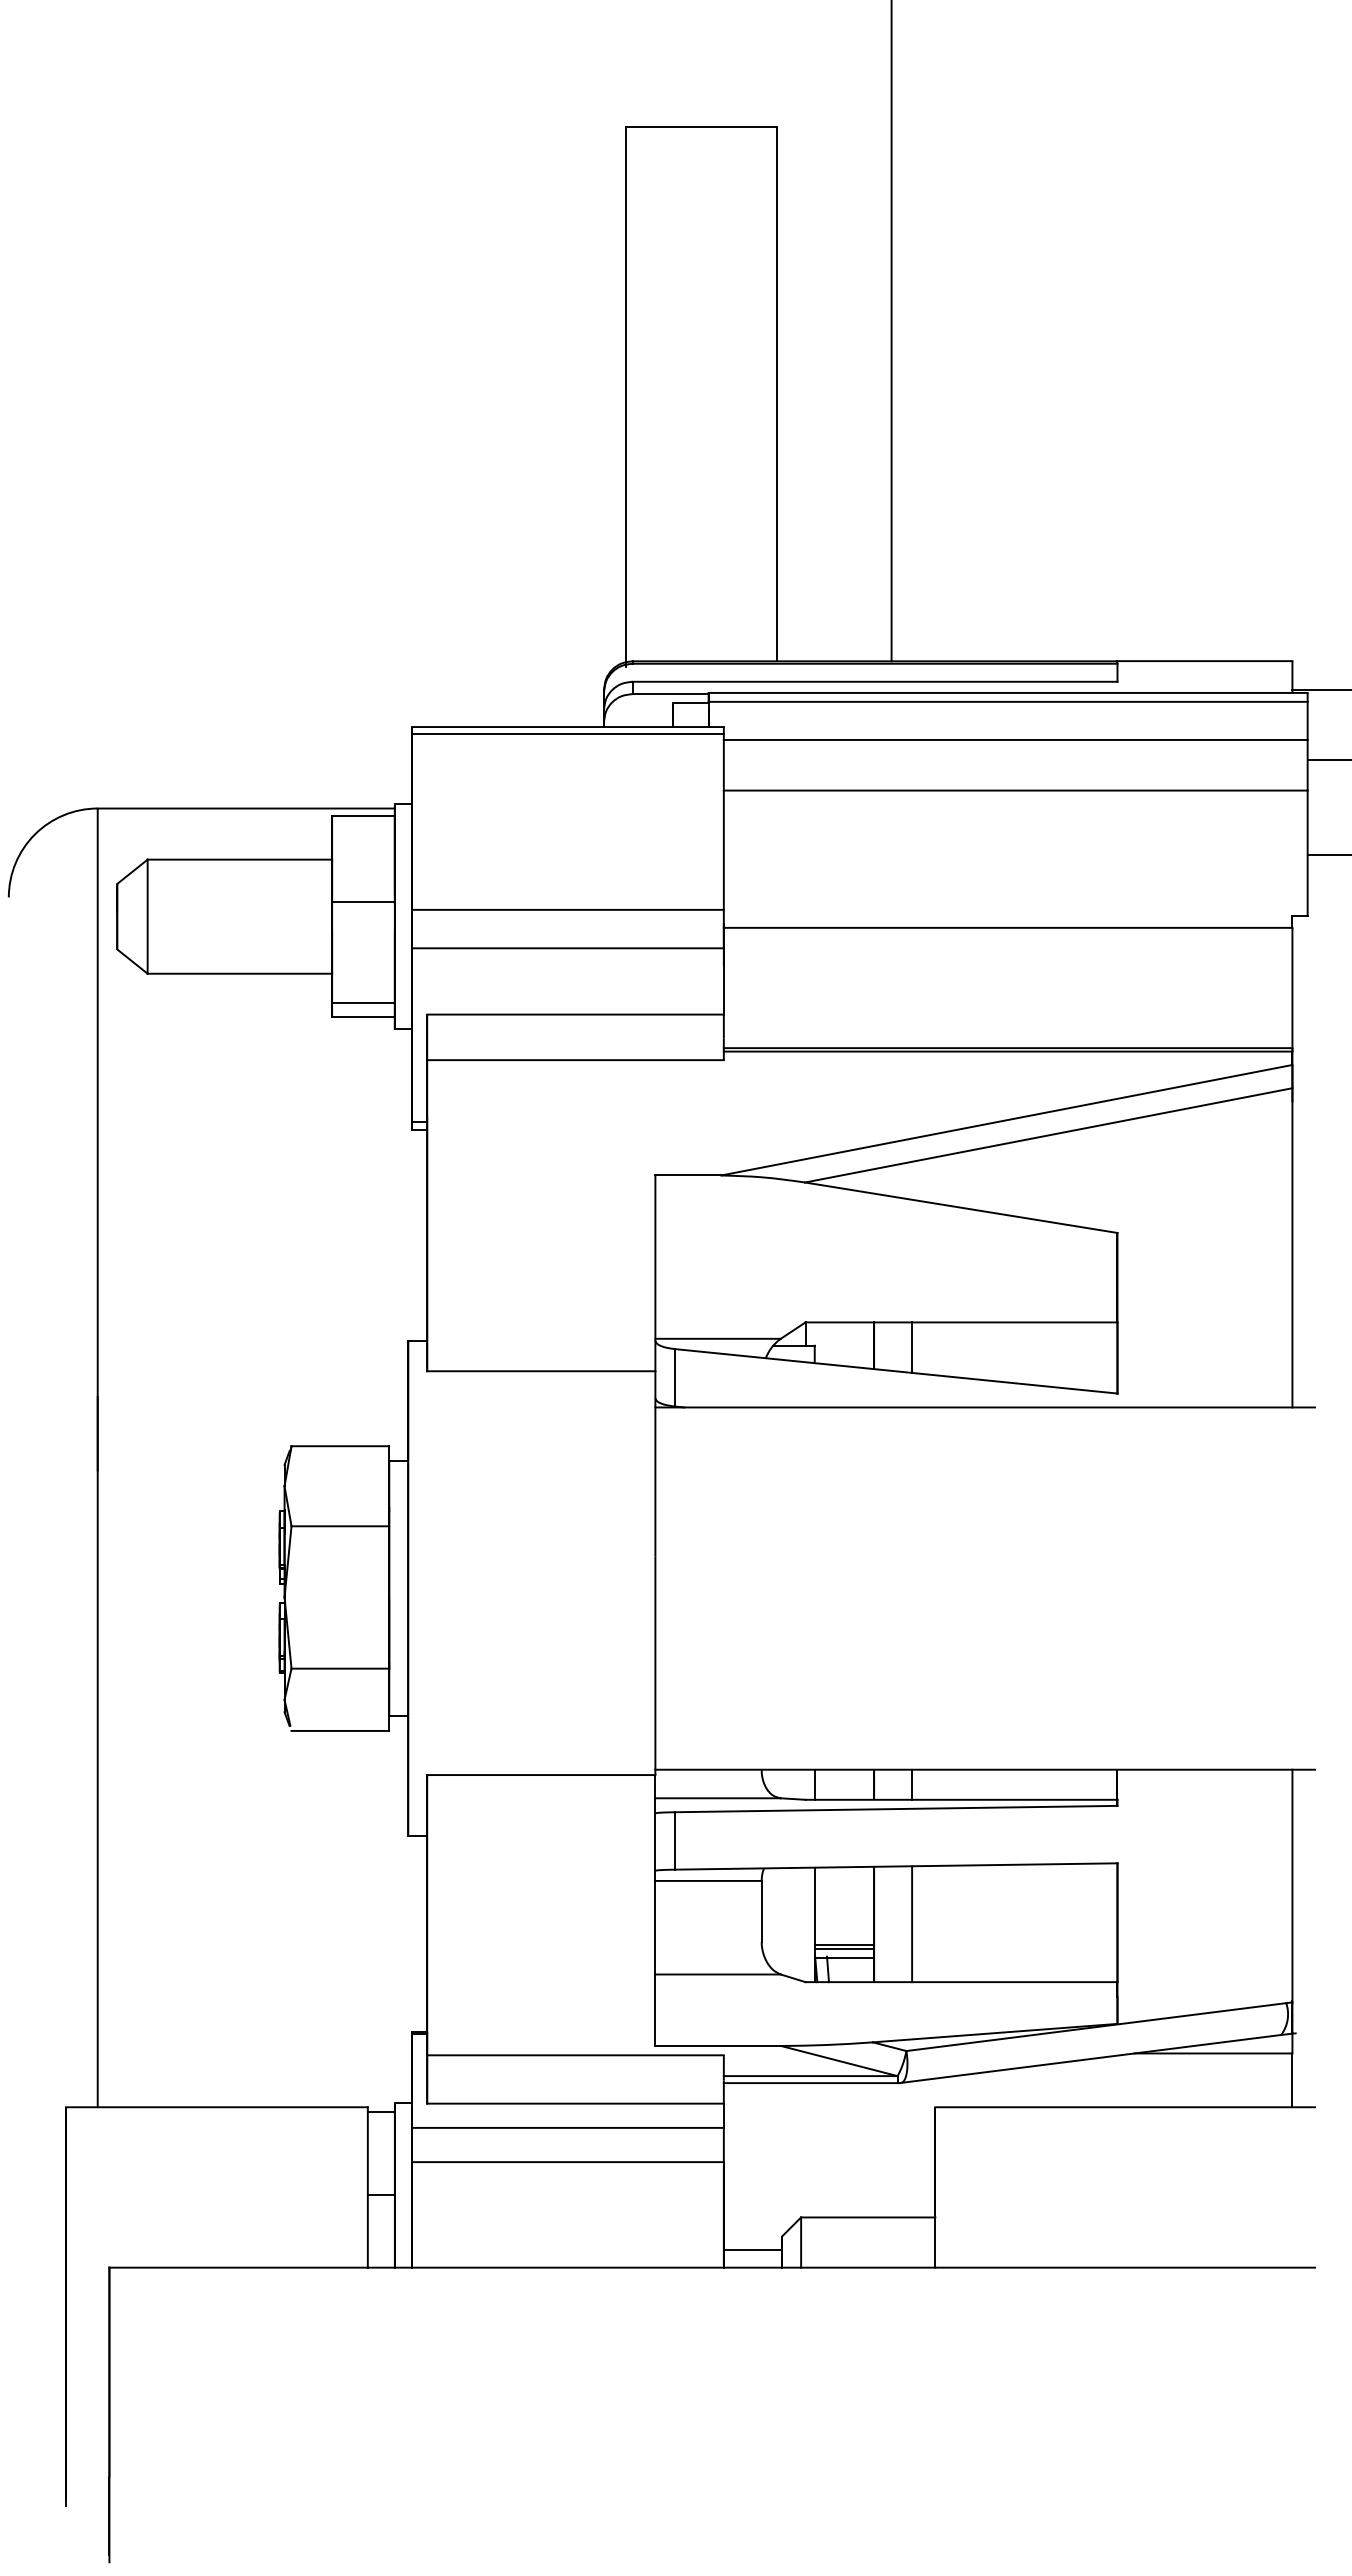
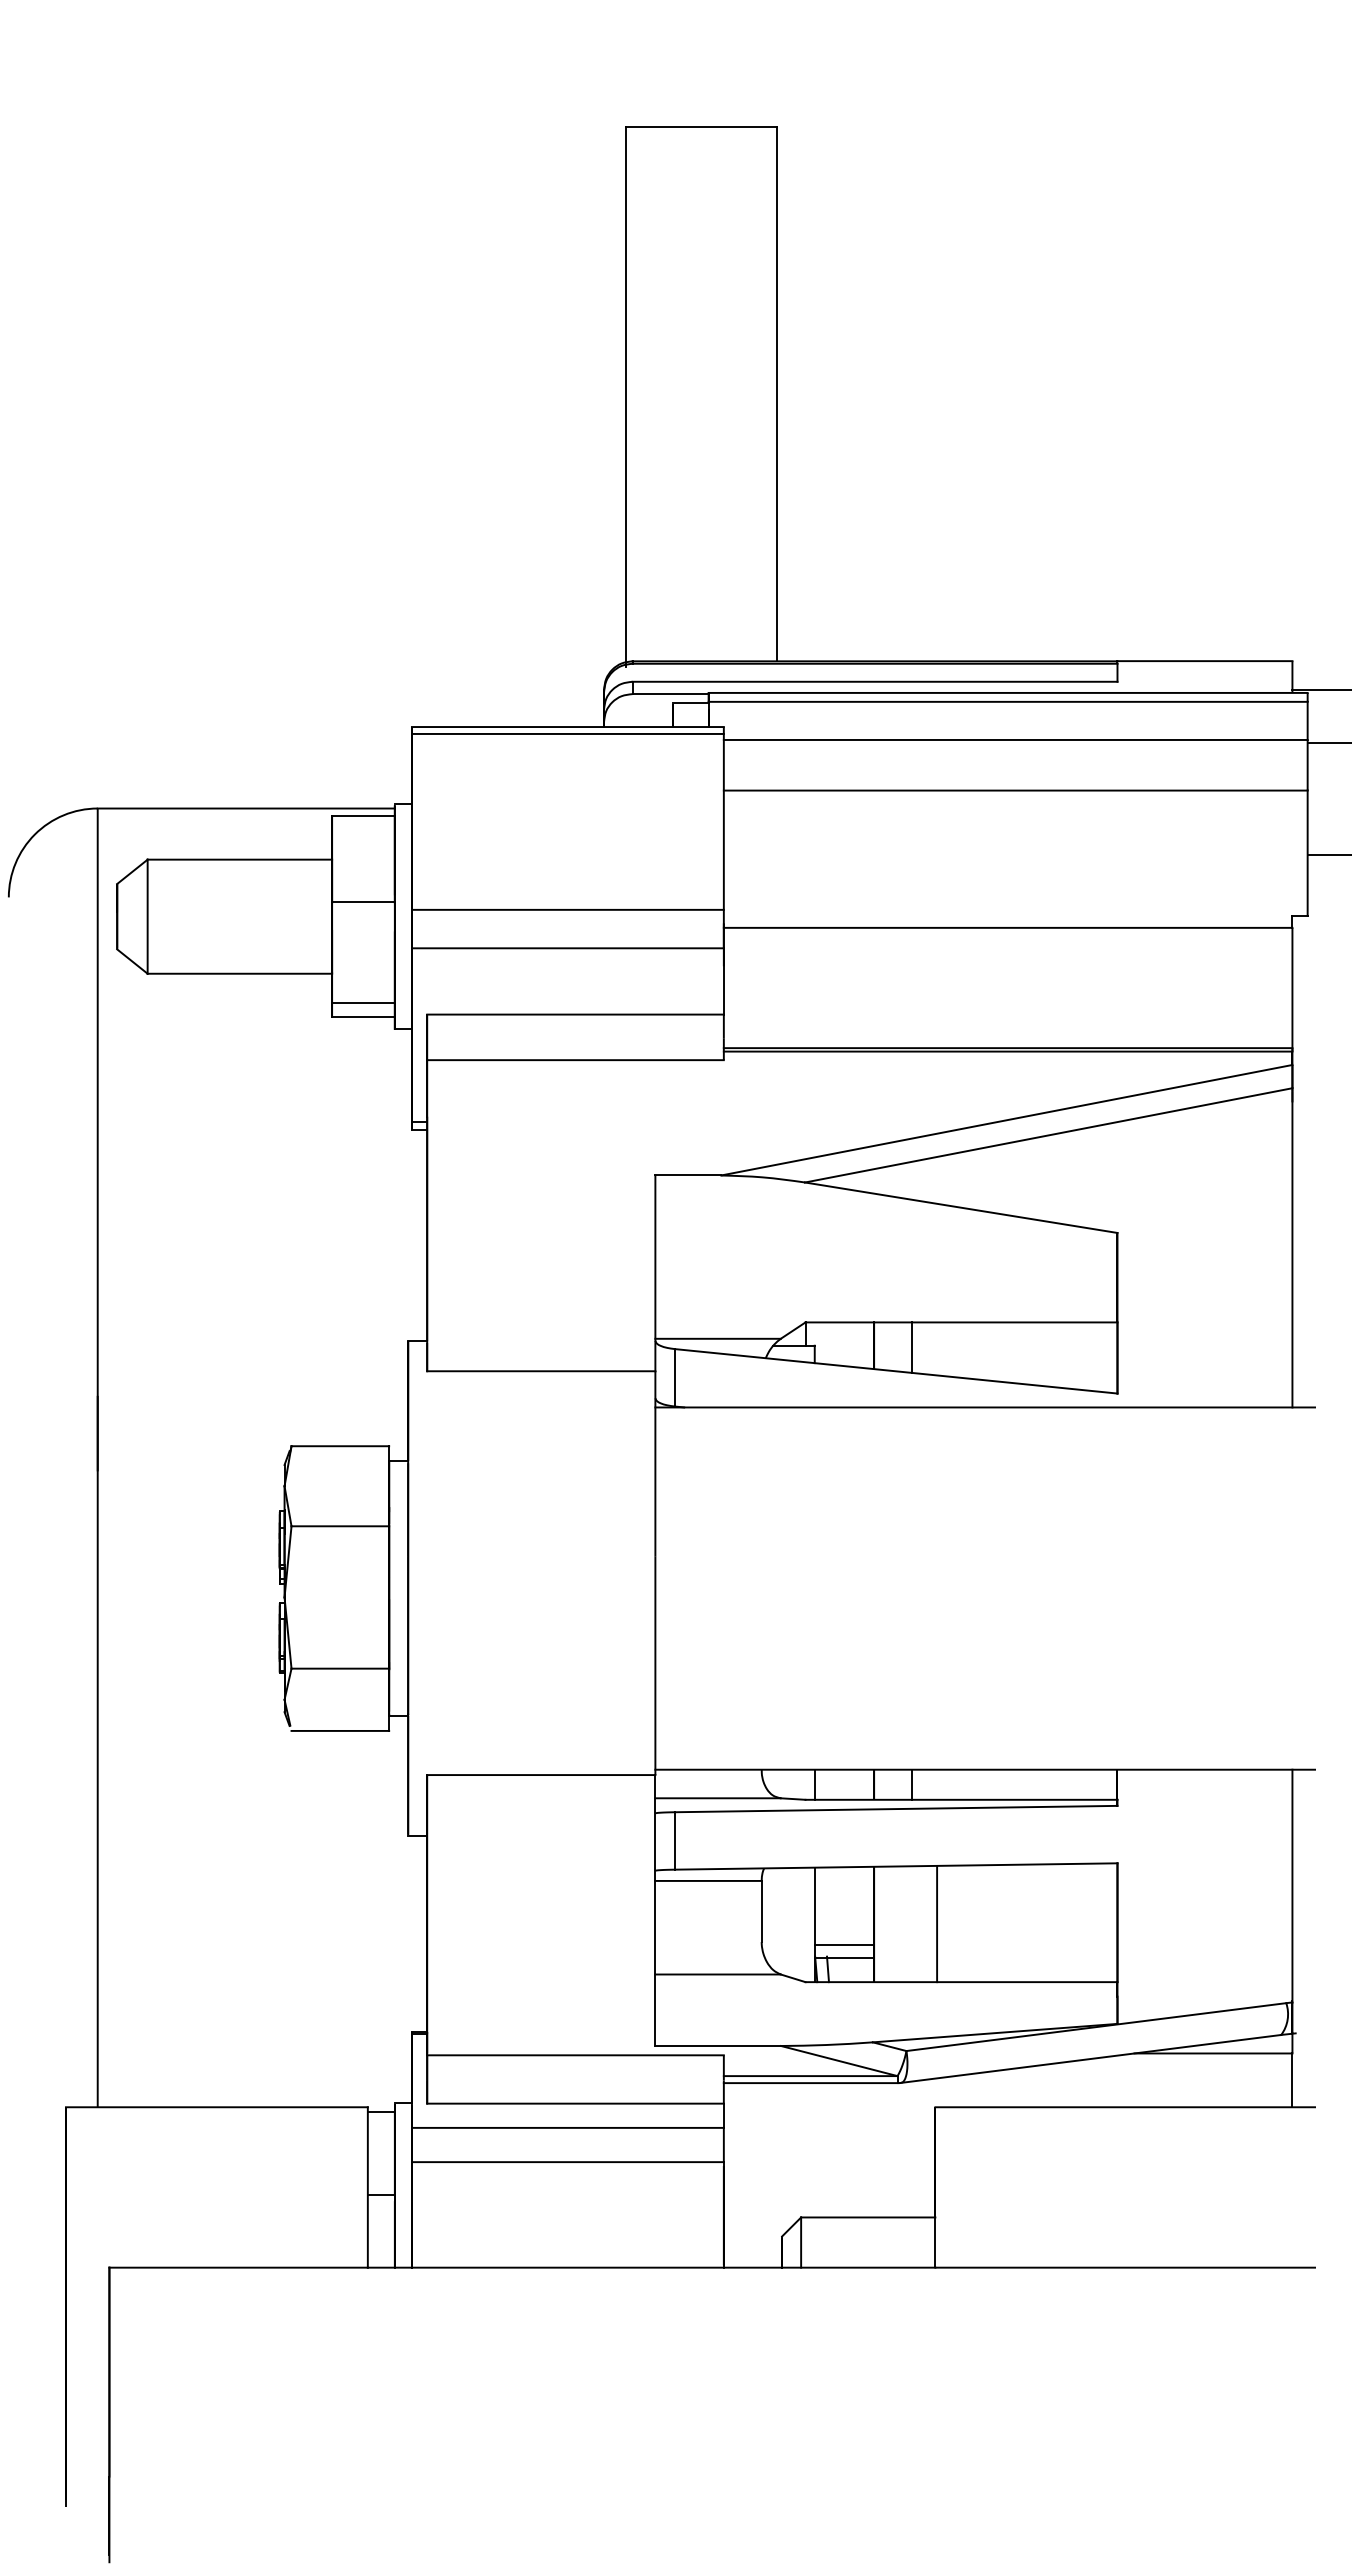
line at (891, 331): present -> none
line at (1327, 760) position: (1327, 760) -> (1327, 743)
line at (912, 1924) position: (912, 1924) -> (937, 1924)
line at (844, 1949): present -> none
line at (752, 2250): present -> none
